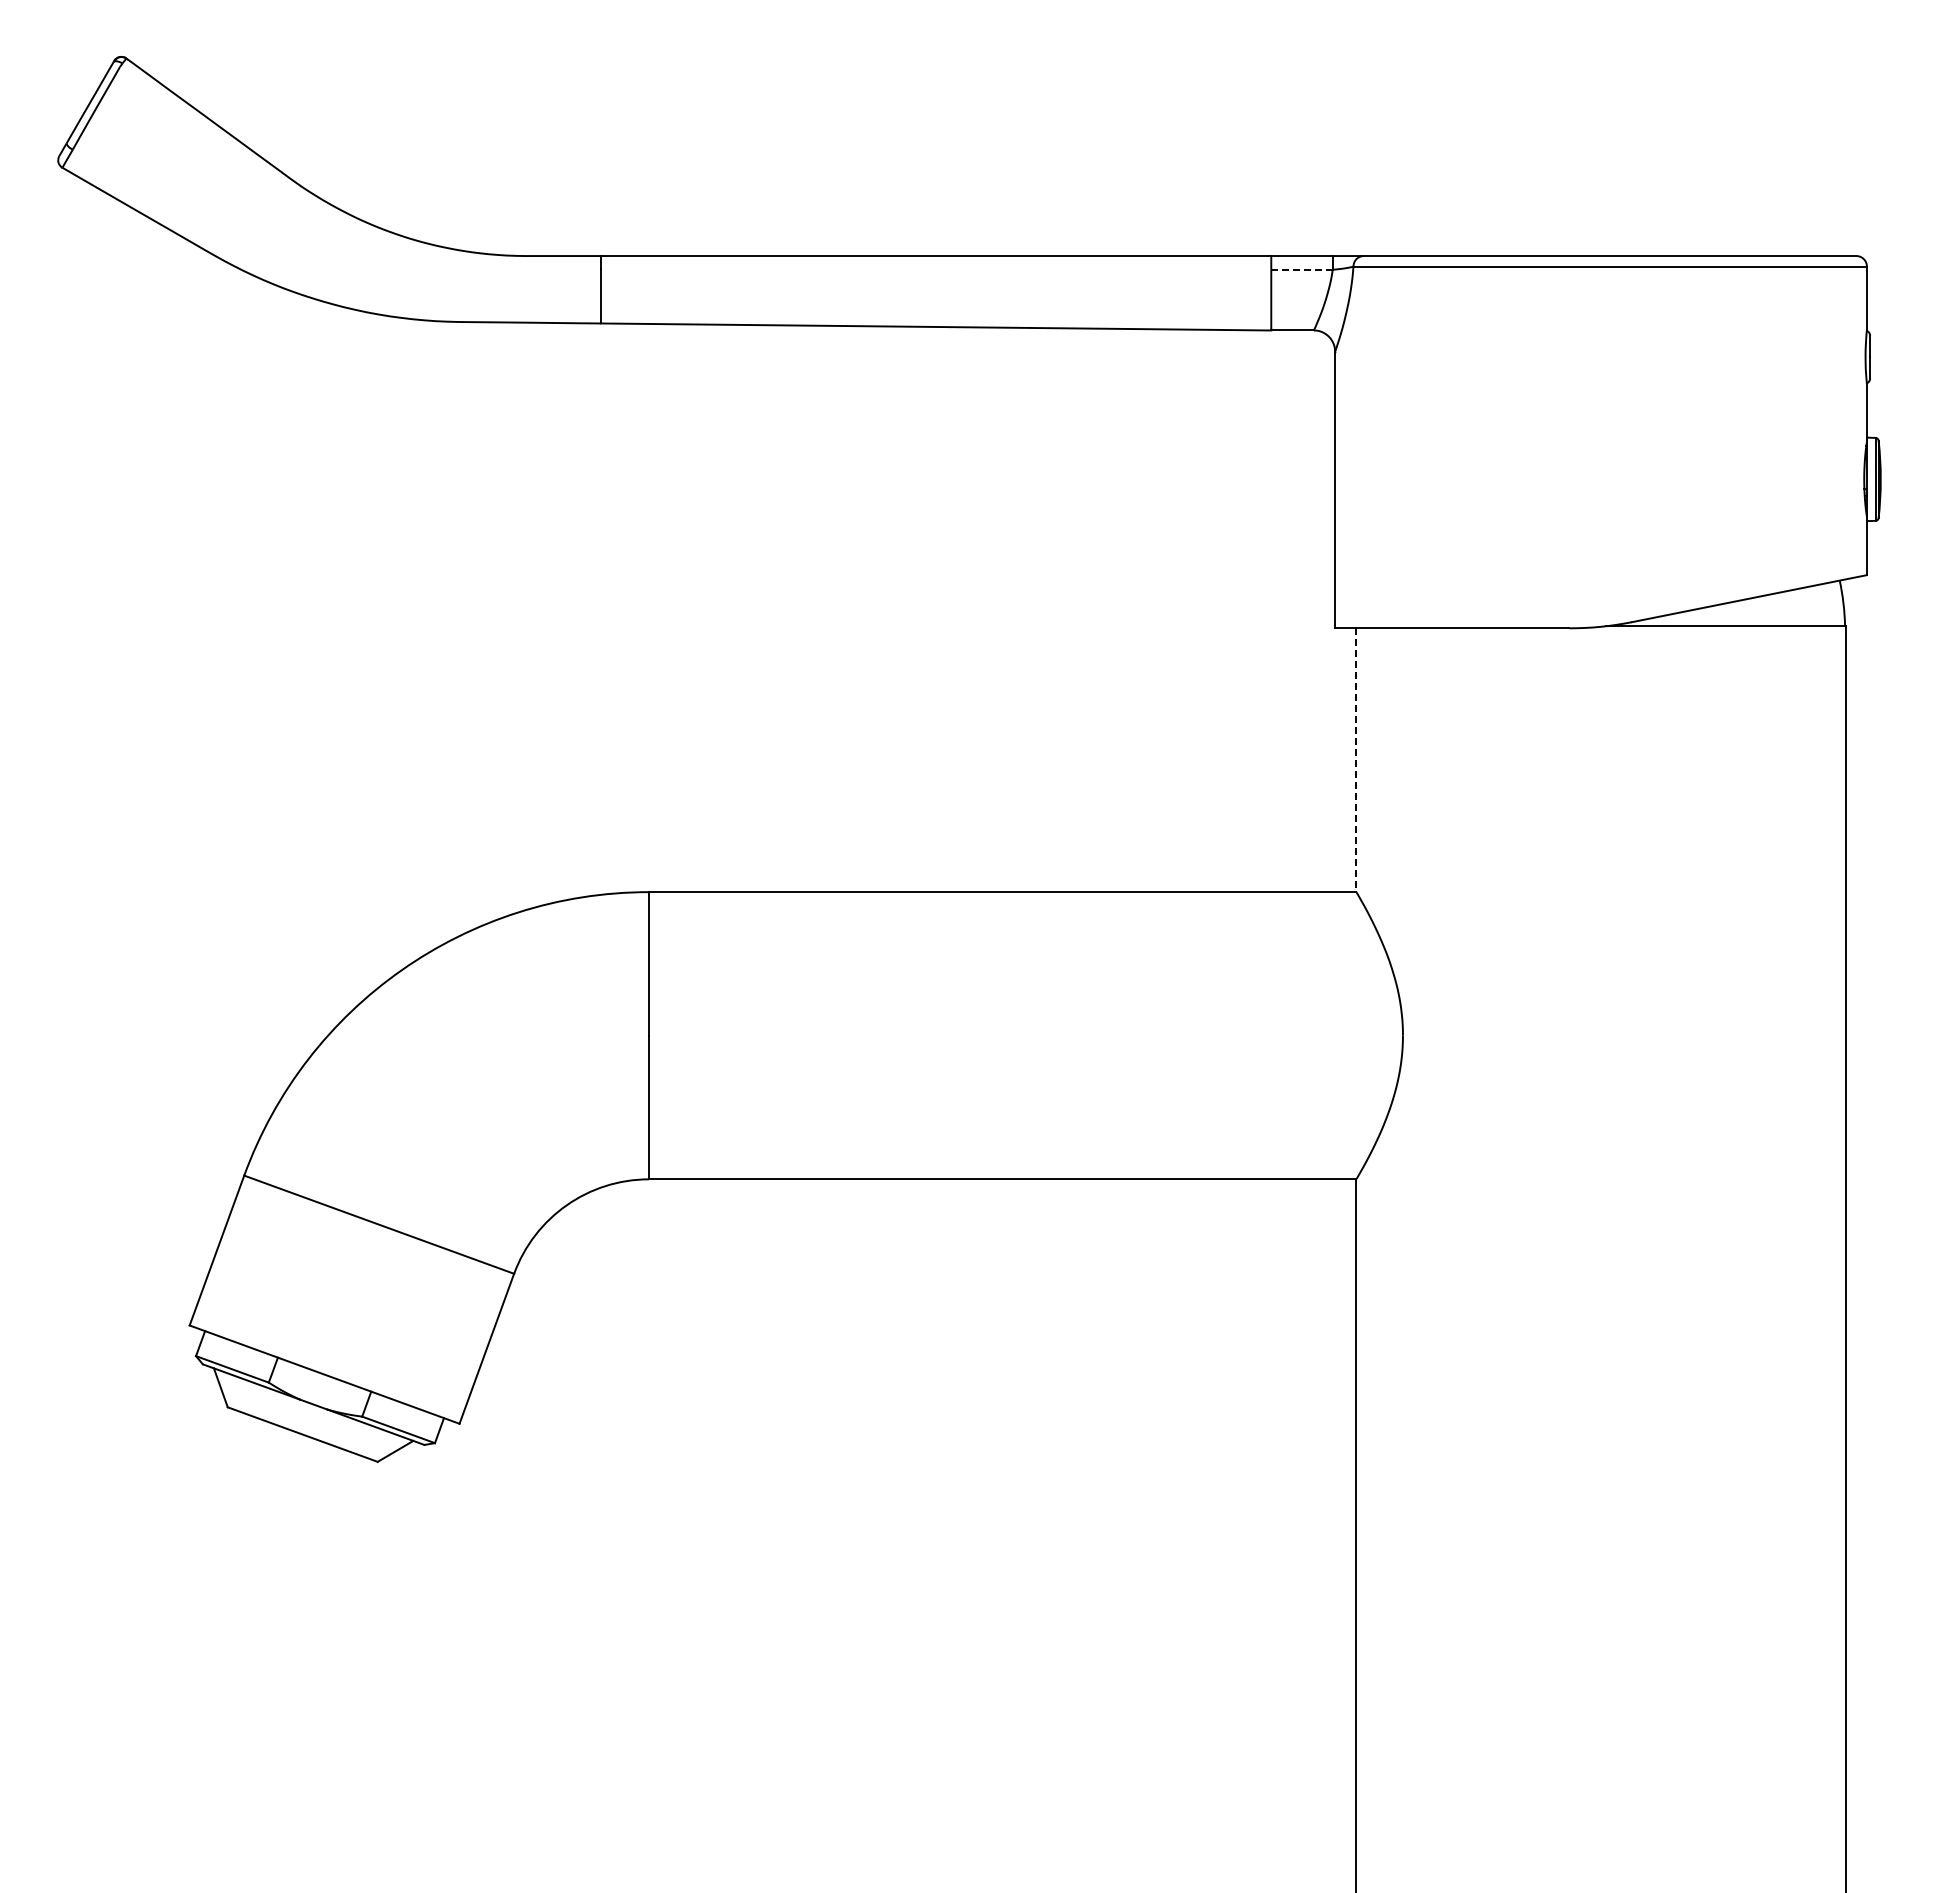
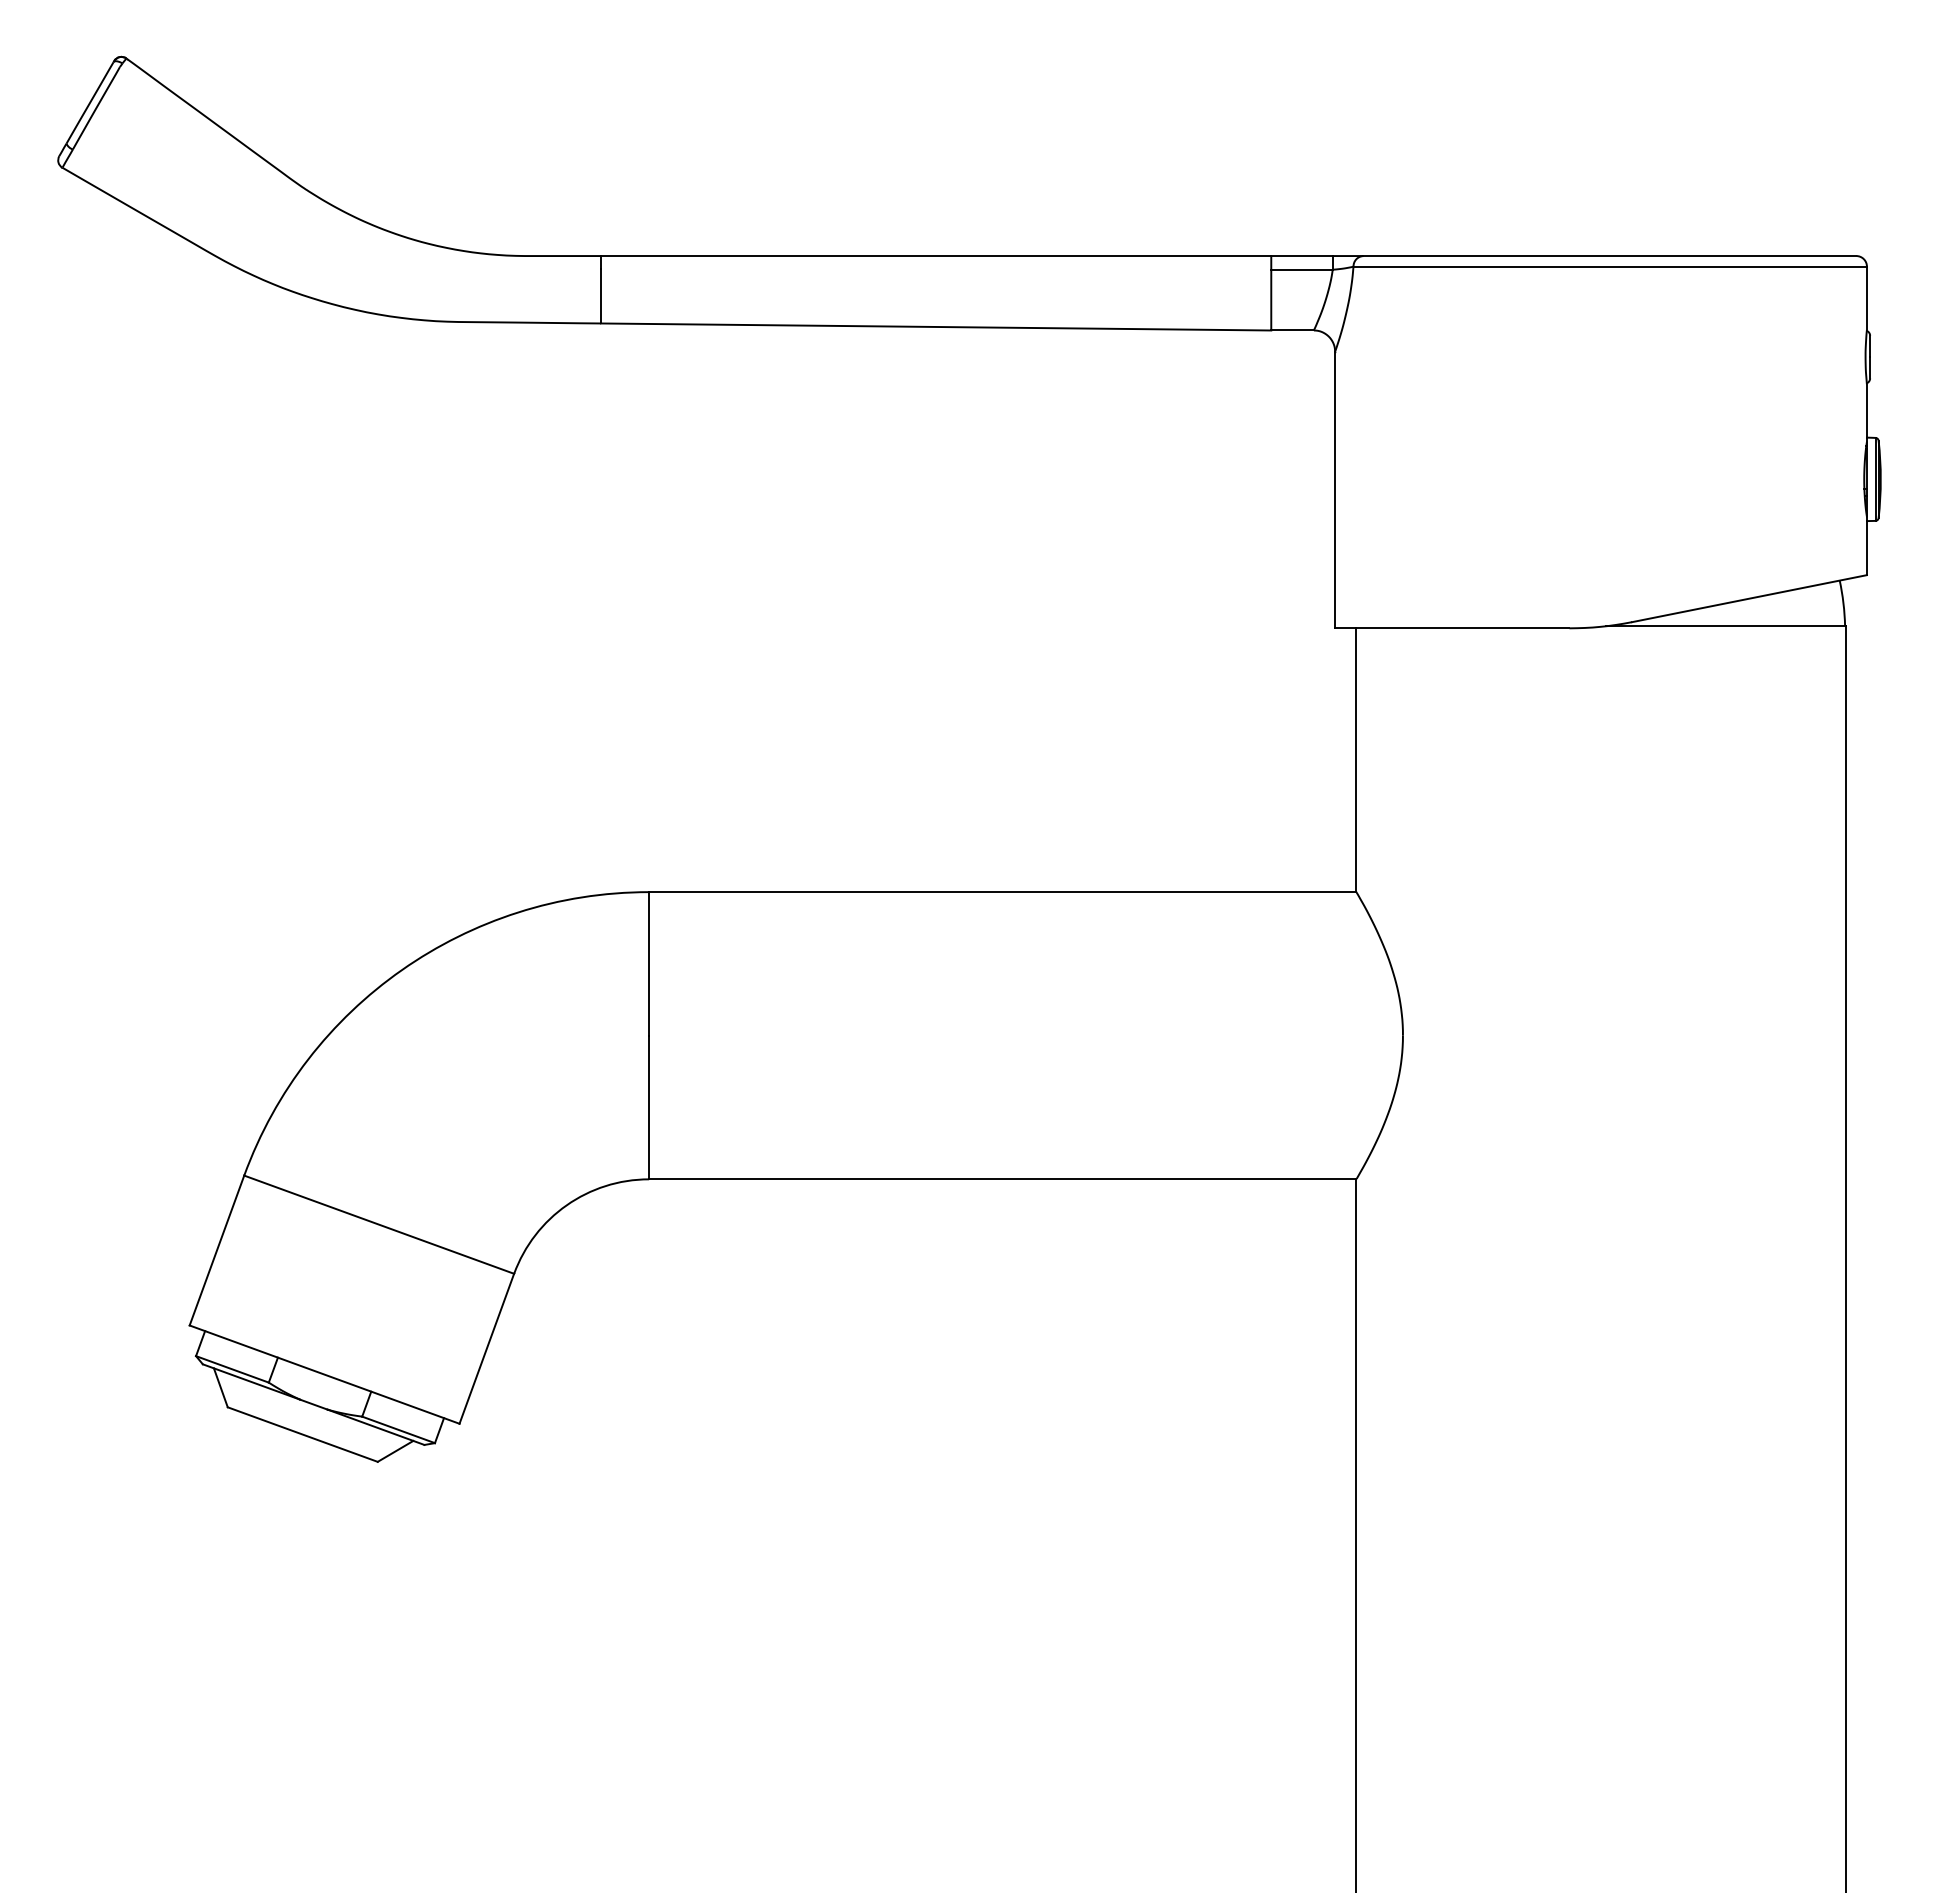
line at (1302, 269): dashed -> solid
line at (1356, 760): dashed -> solid
